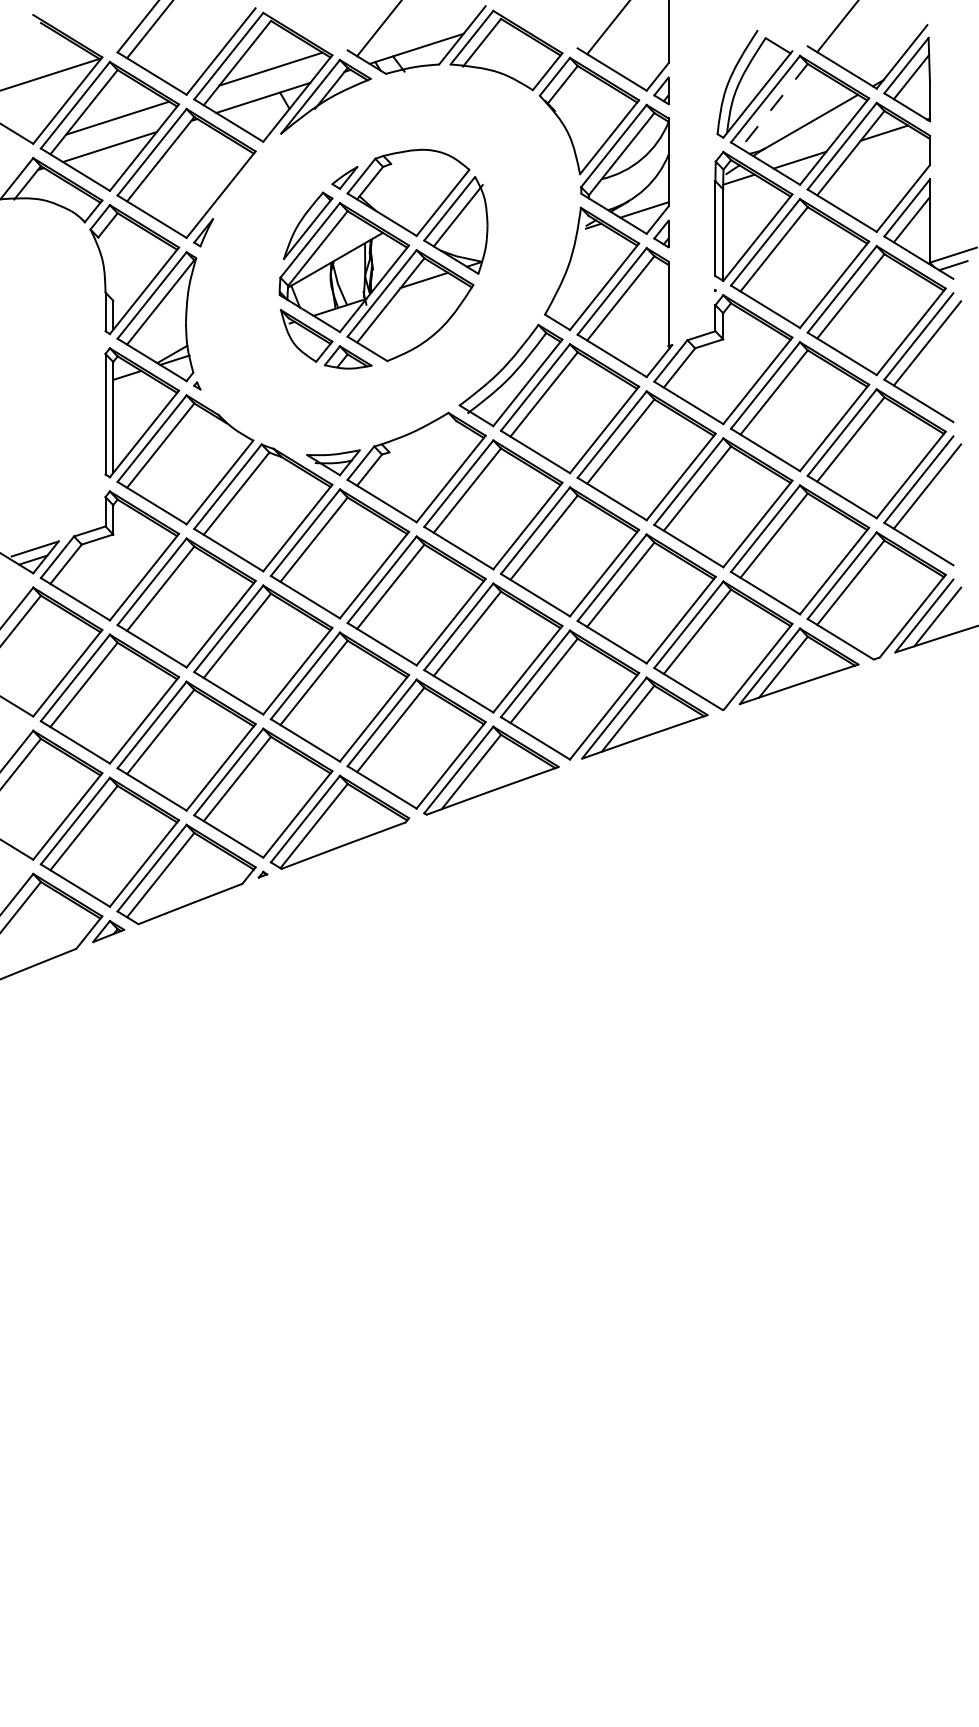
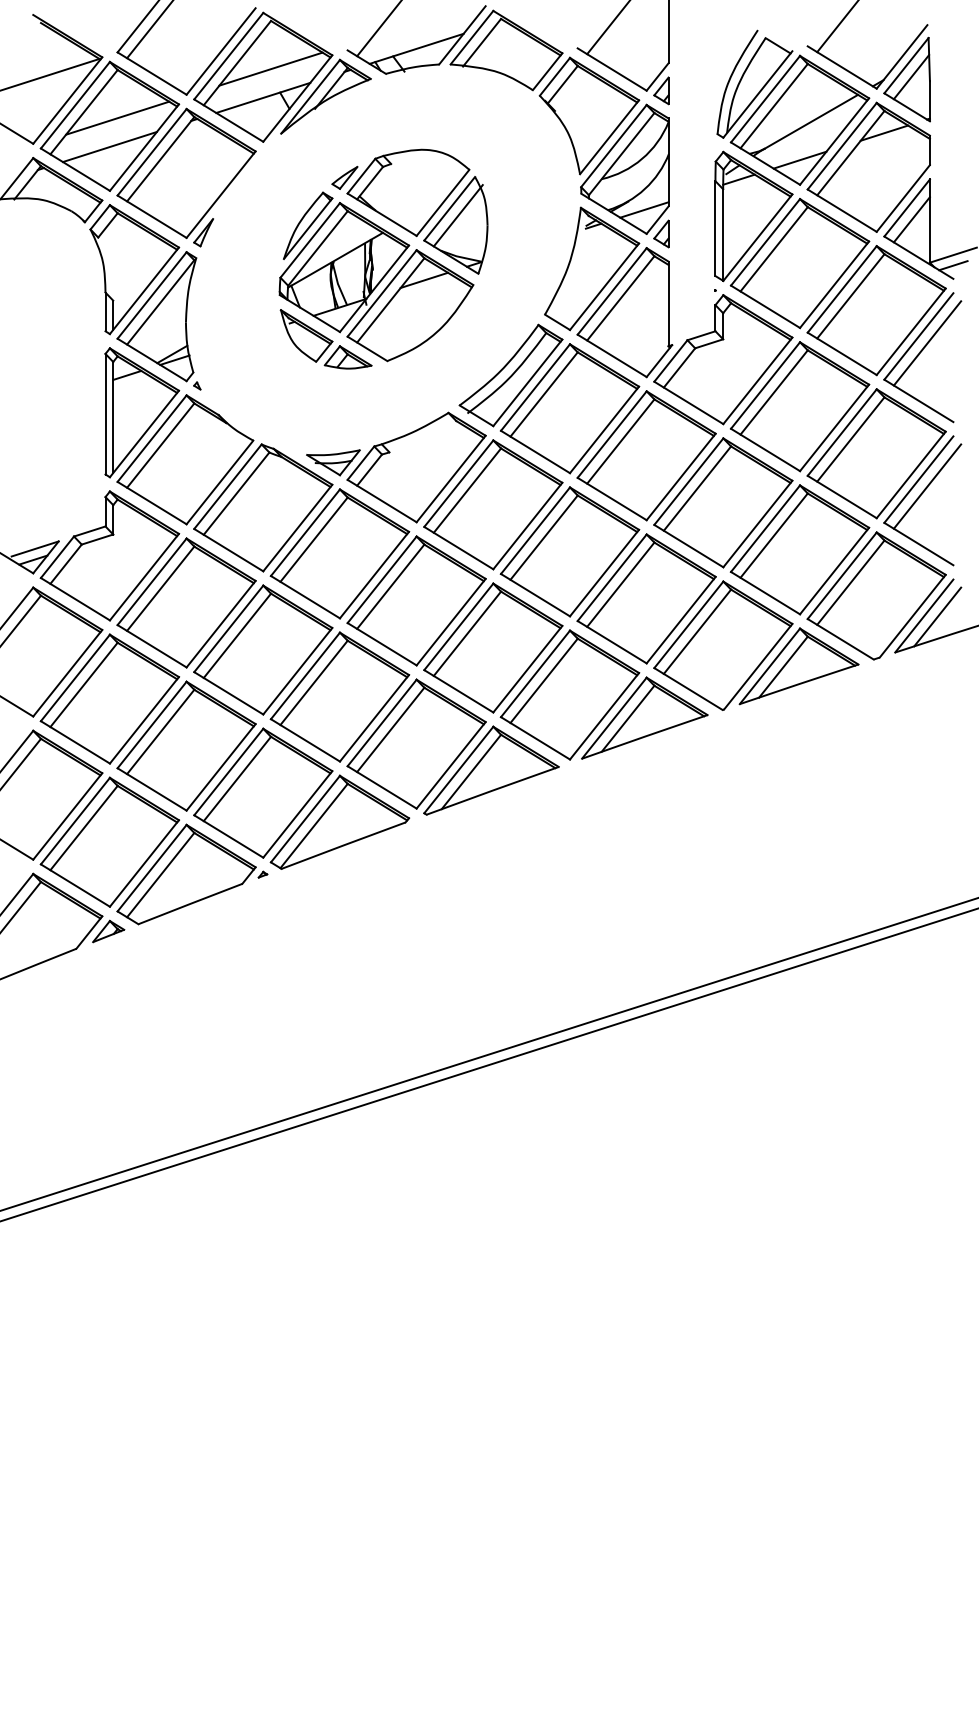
line at (774, 106): dashed -> solid
line at (488, 1054): none -> present
line at (488, 1064): none -> present
